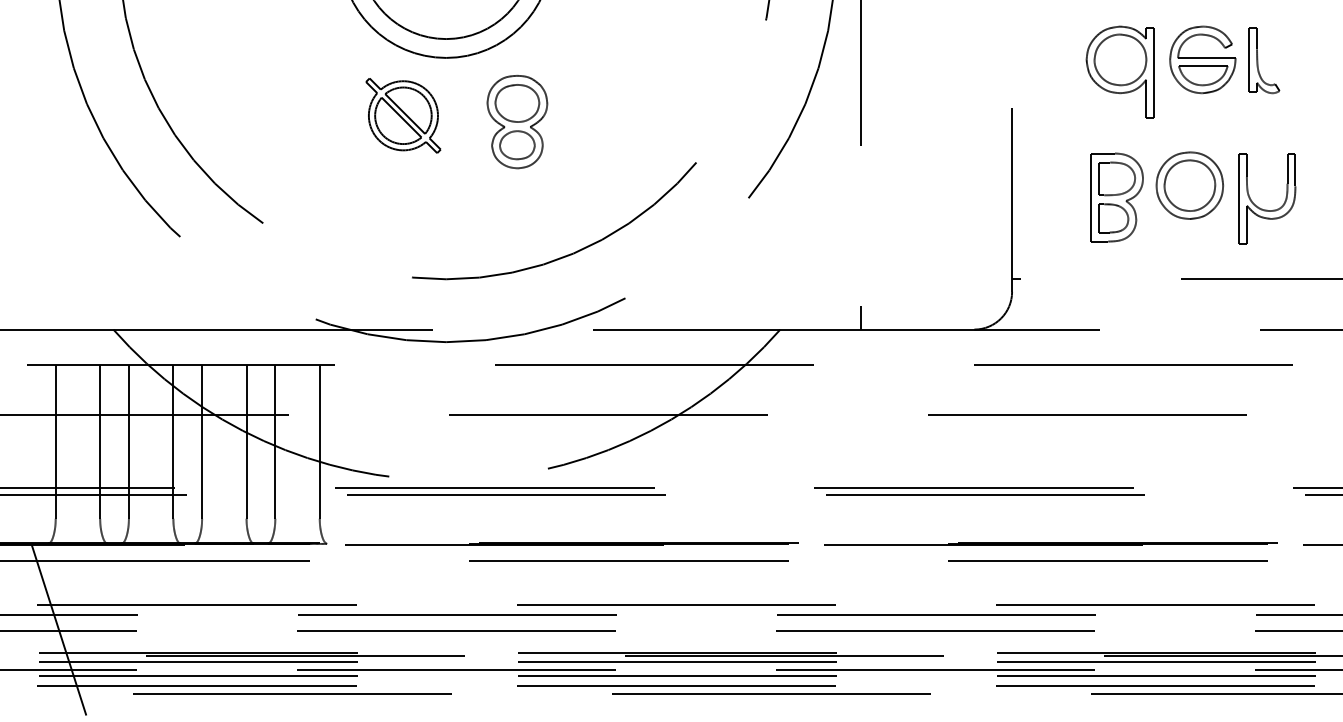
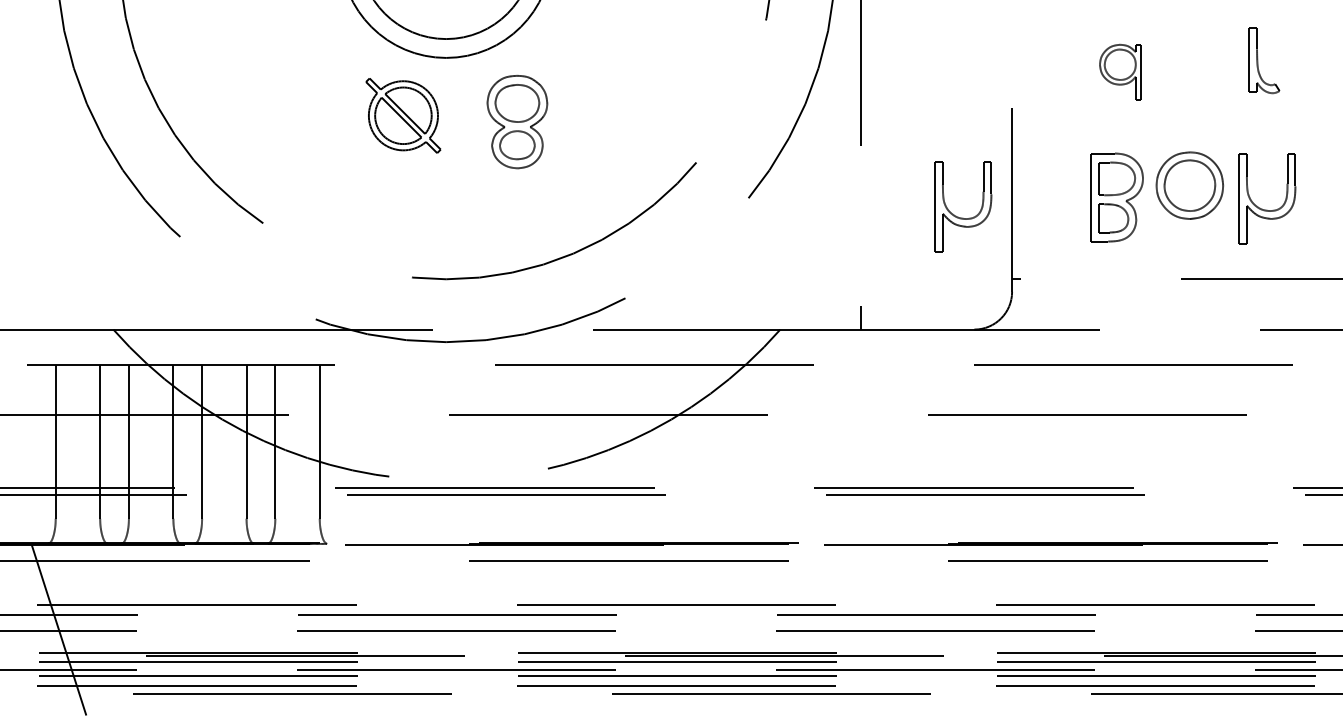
part at (1202, 59): present -> none
part at (1119, 71) size: 70x94 px -> 43x58 px
part at (963, 217): none -> present
